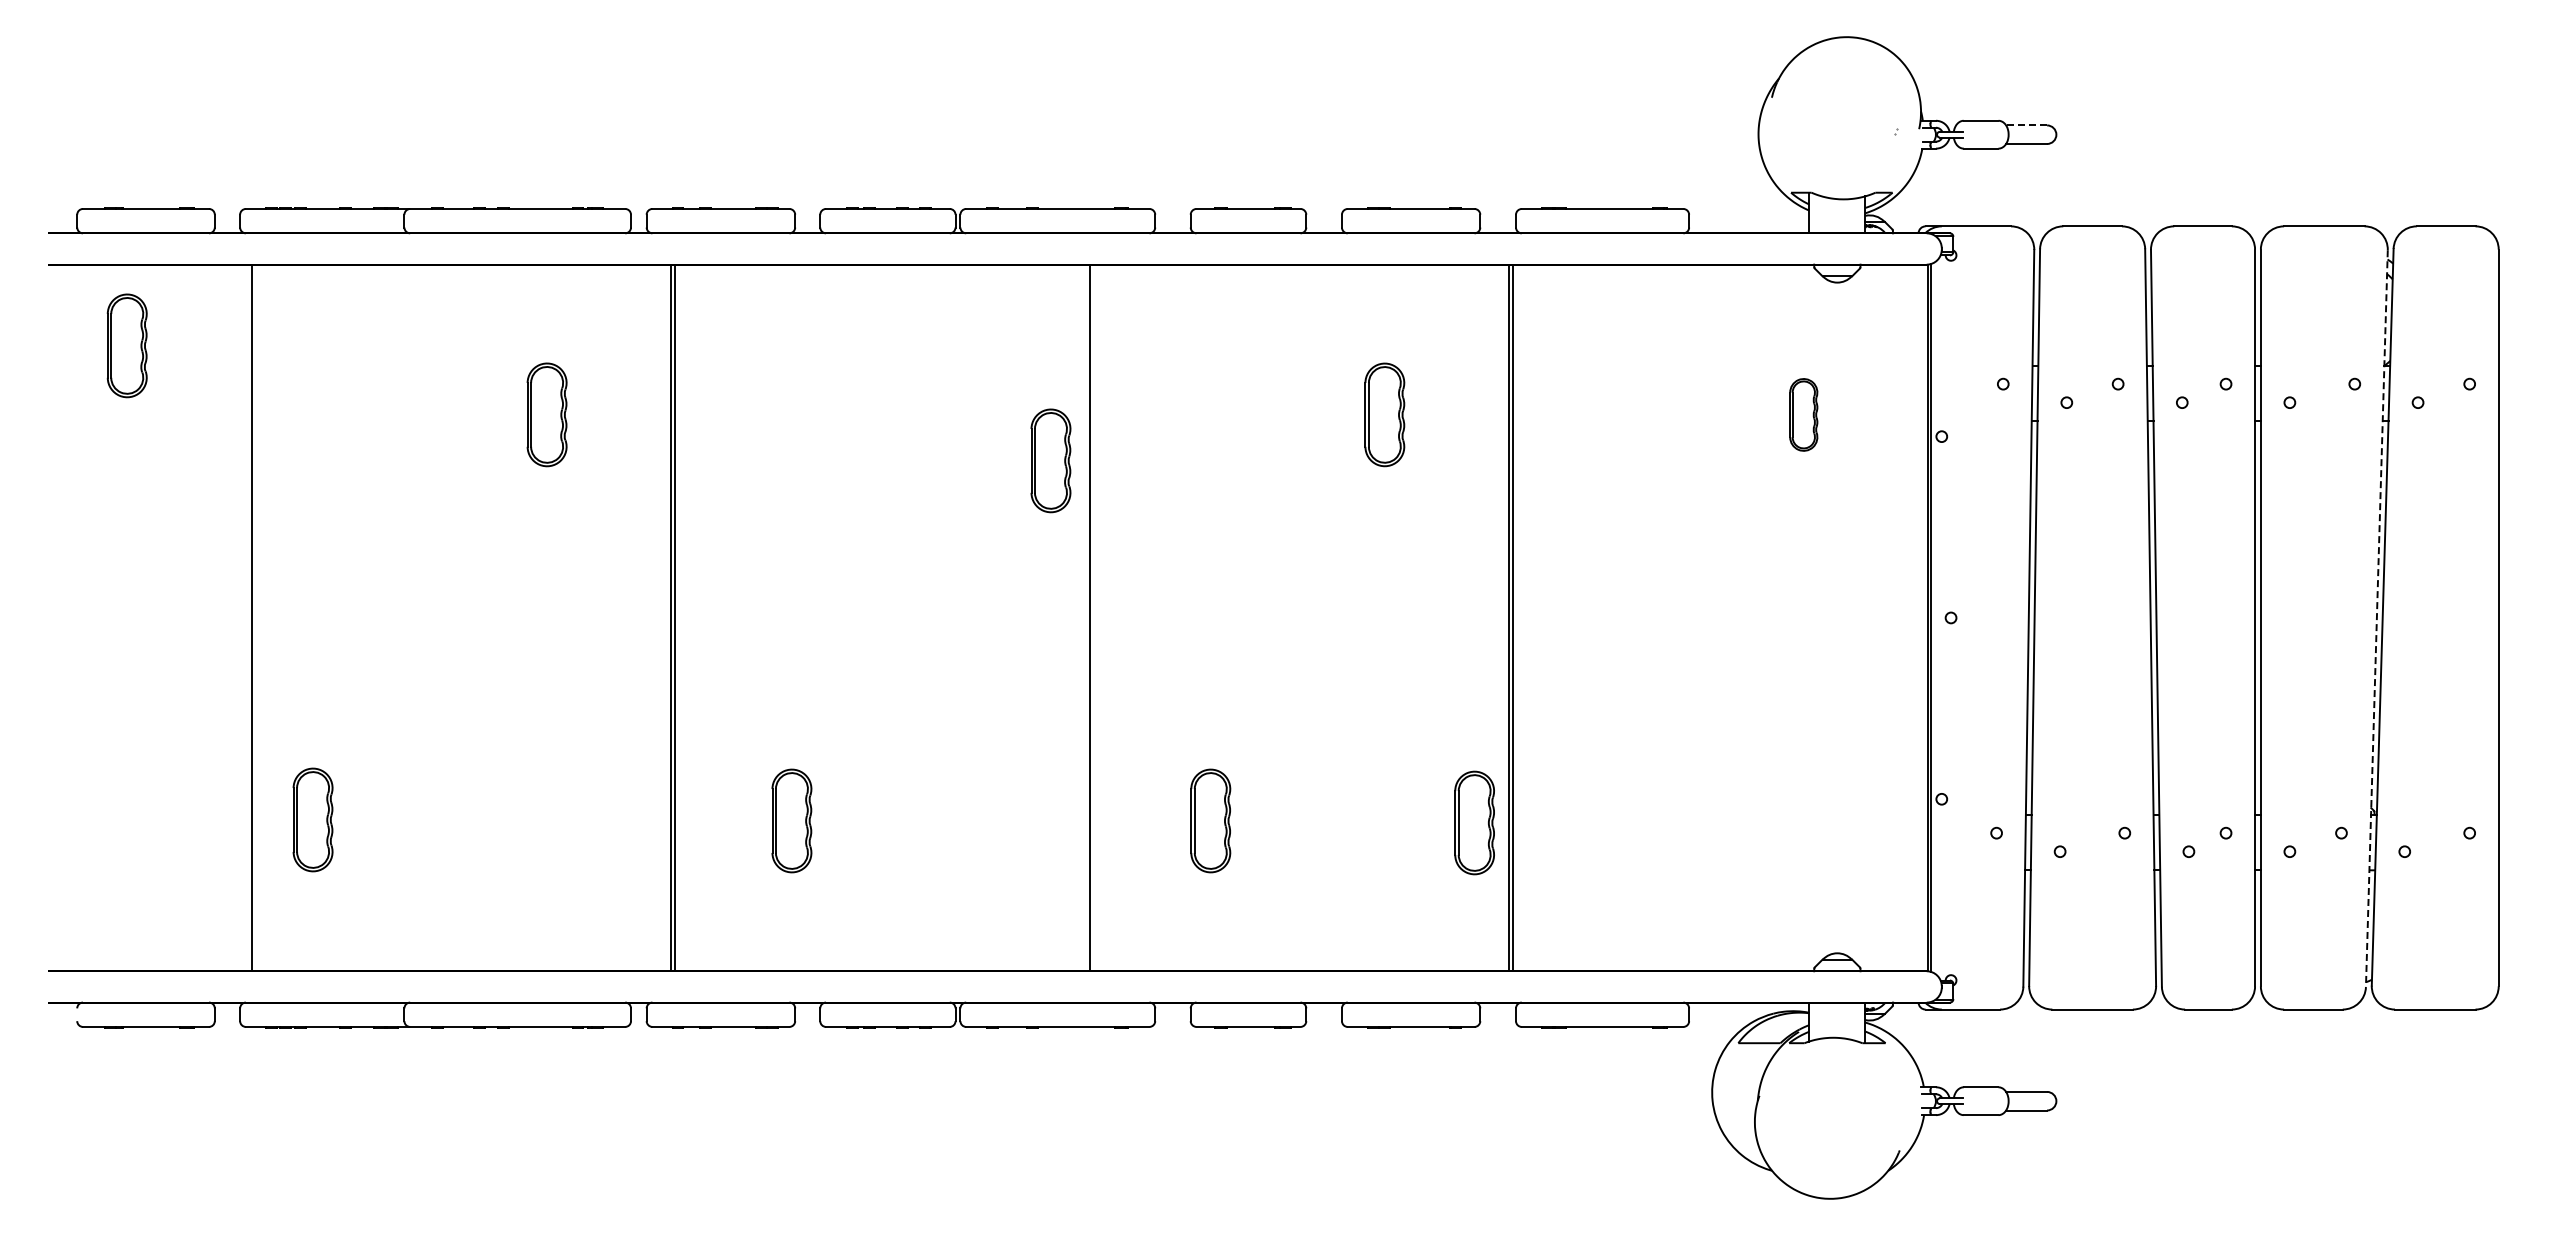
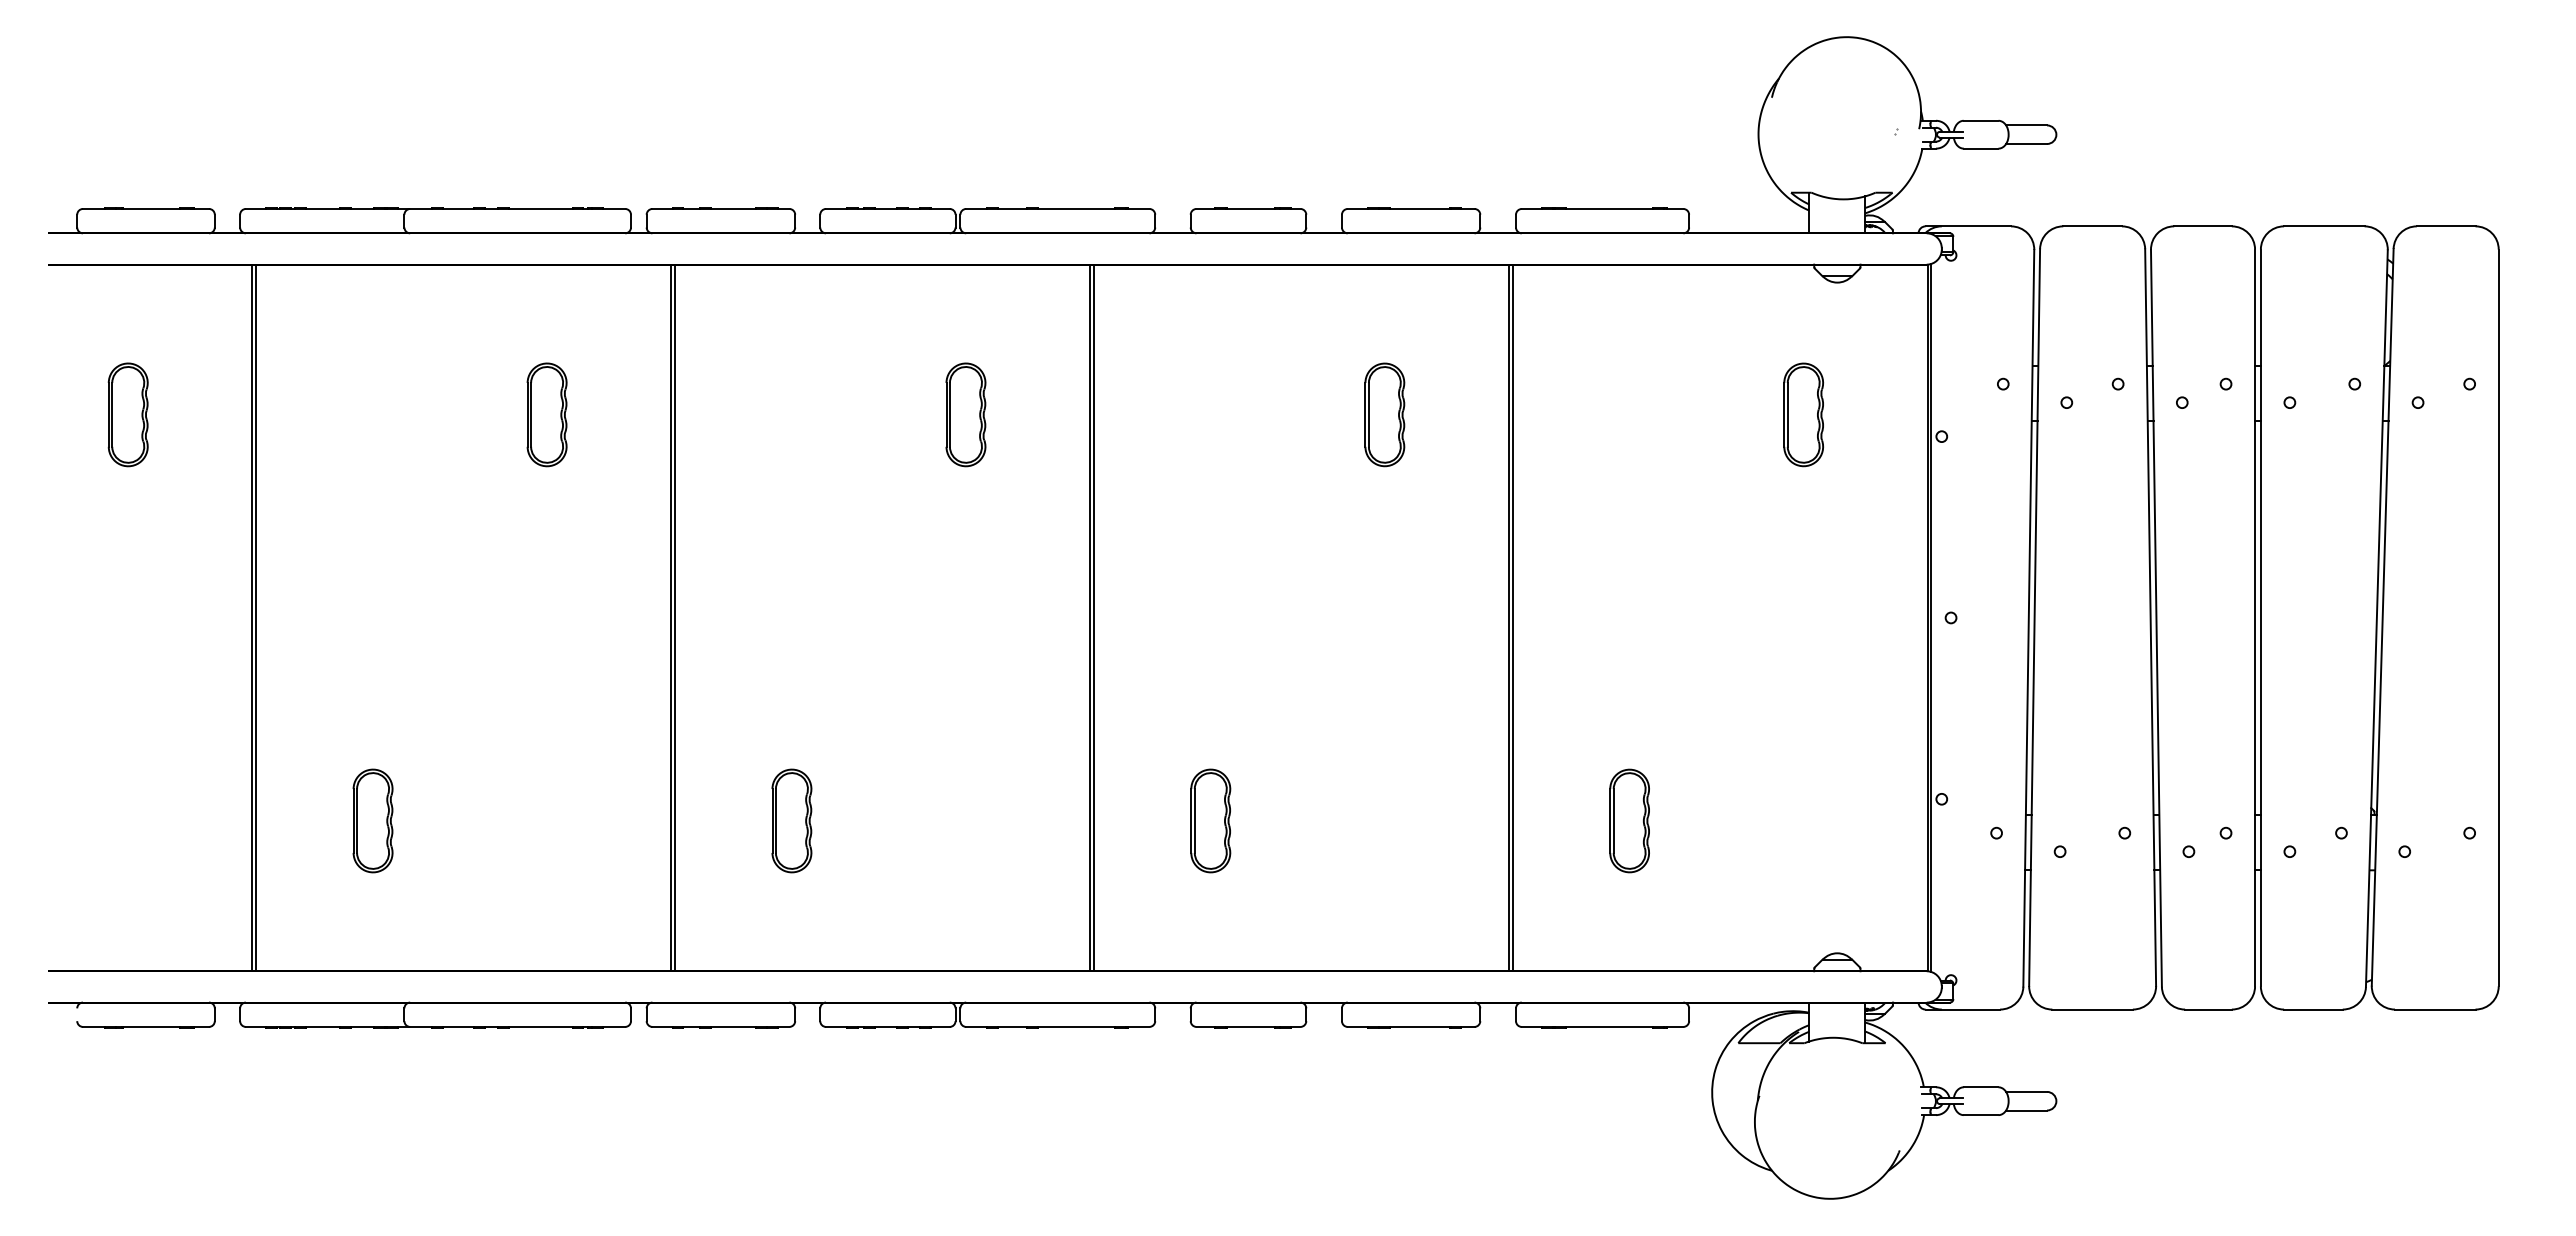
line at (2026, 125): dashed -> solid
part at (126, 345) position: (126, 345) -> (127, 414)
part at (1803, 414) size: 30x74 px -> 42x106 px
part at (1050, 460) position: (1050, 460) -> (965, 414)
line at (255, 617): none -> present
line at (1093, 617): none -> present
line at (2376, 618): dashed -> solid
part at (312, 819) position: (312, 819) -> (372, 820)
part at (1474, 822) position: (1474, 822) -> (1629, 820)
